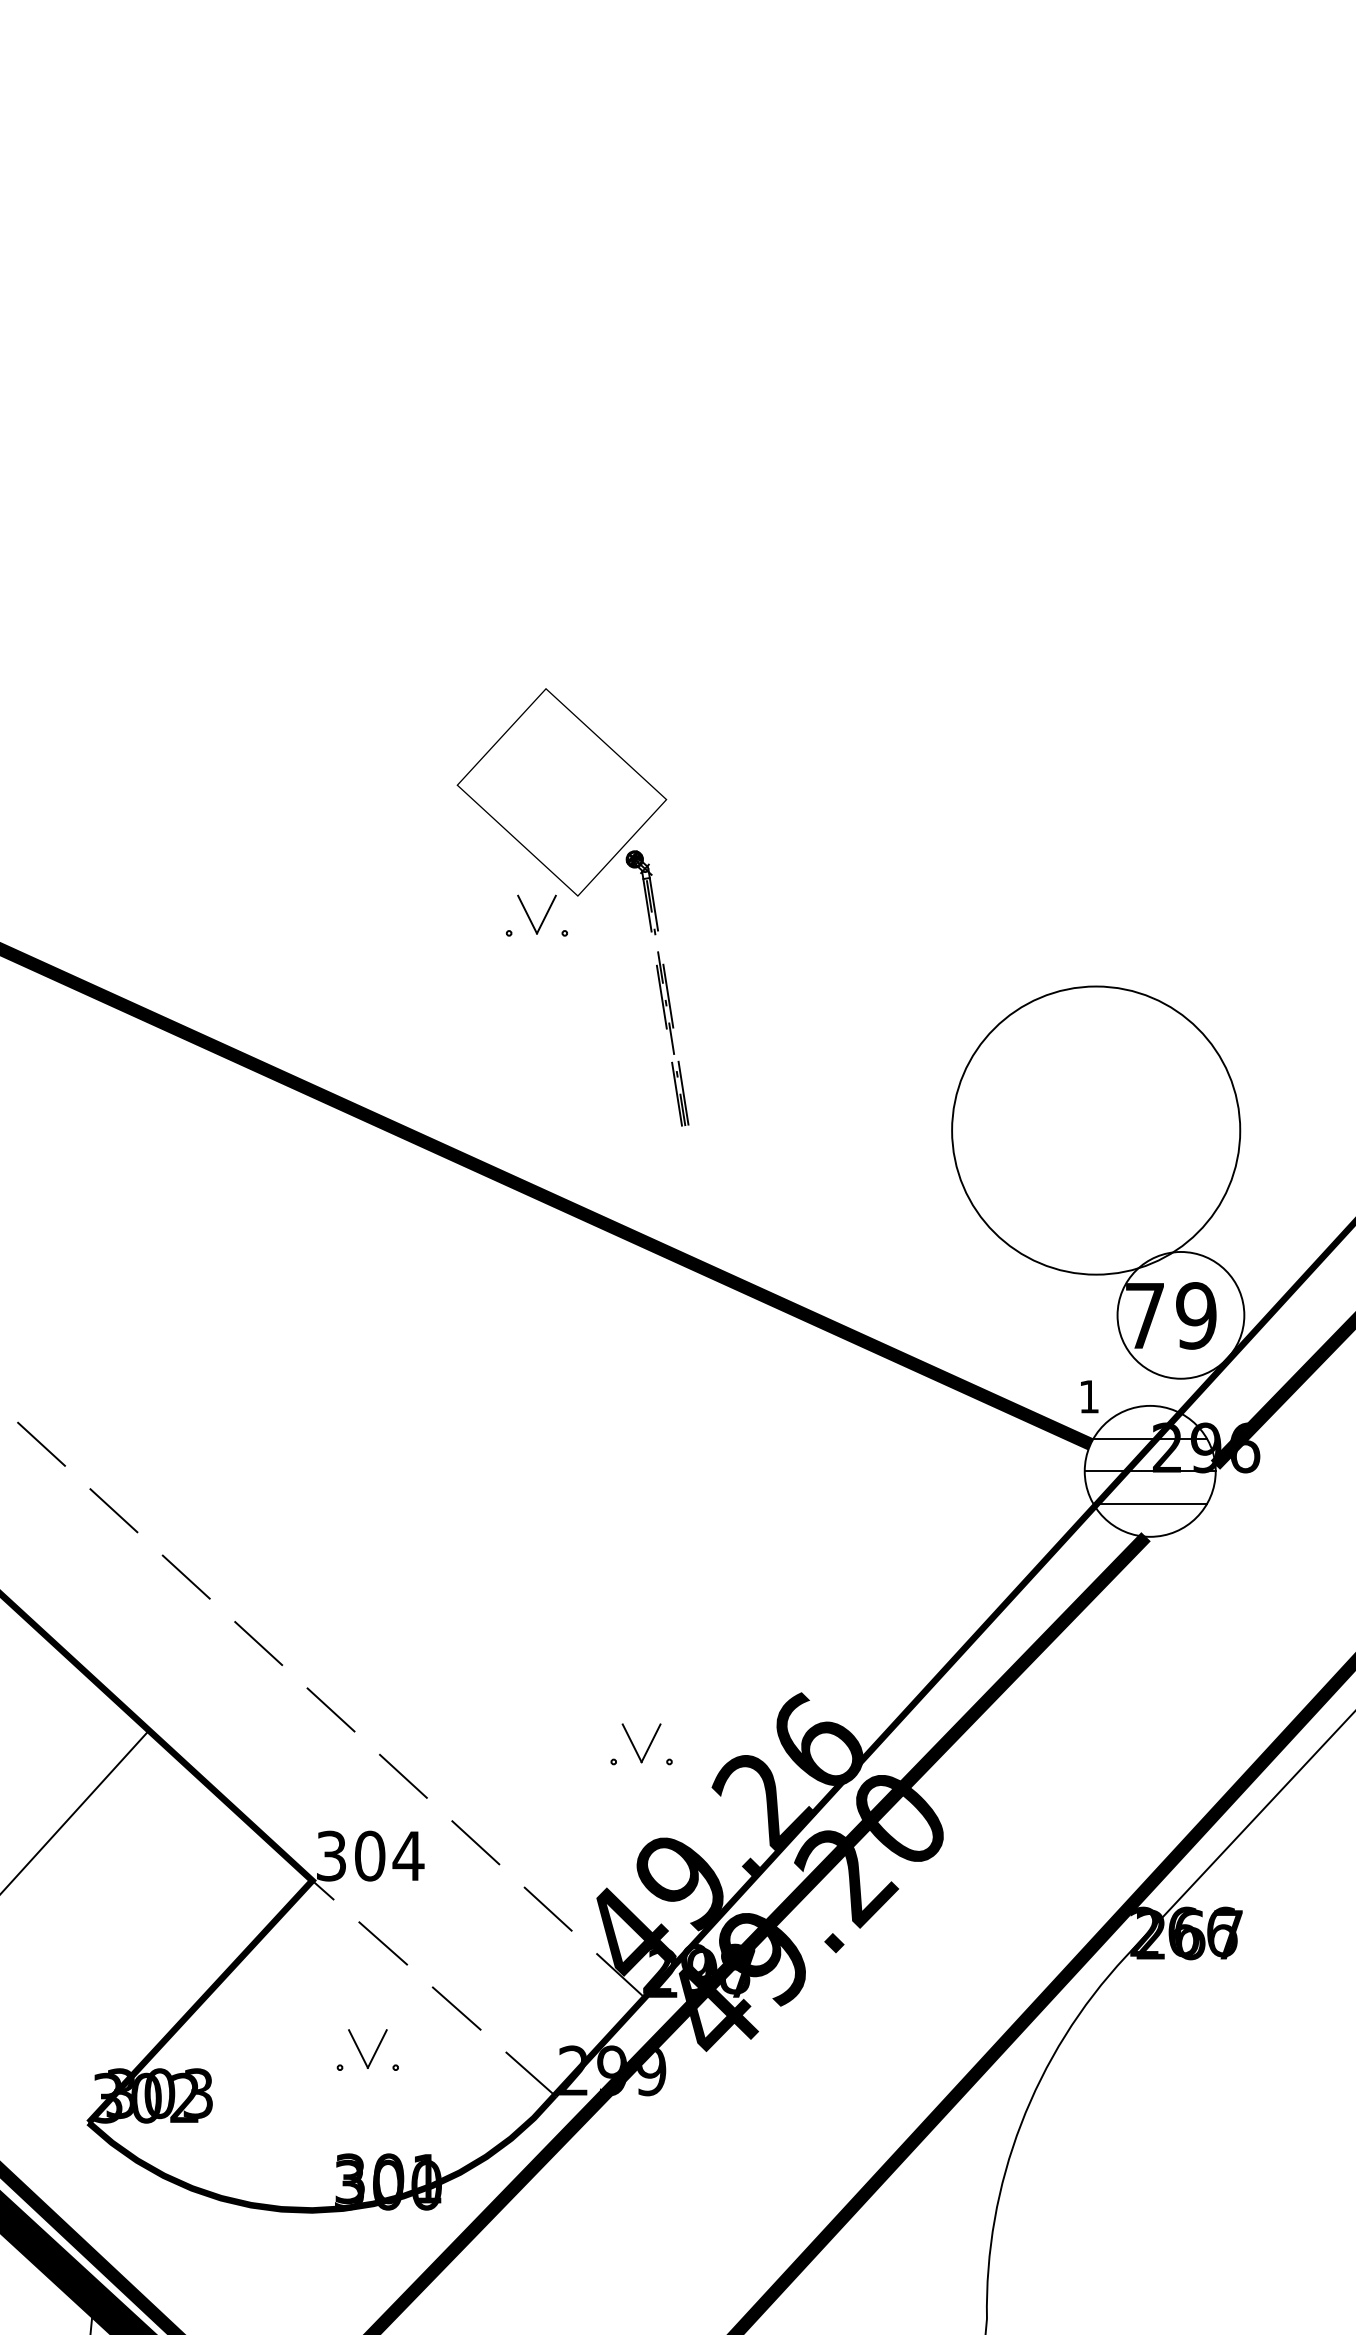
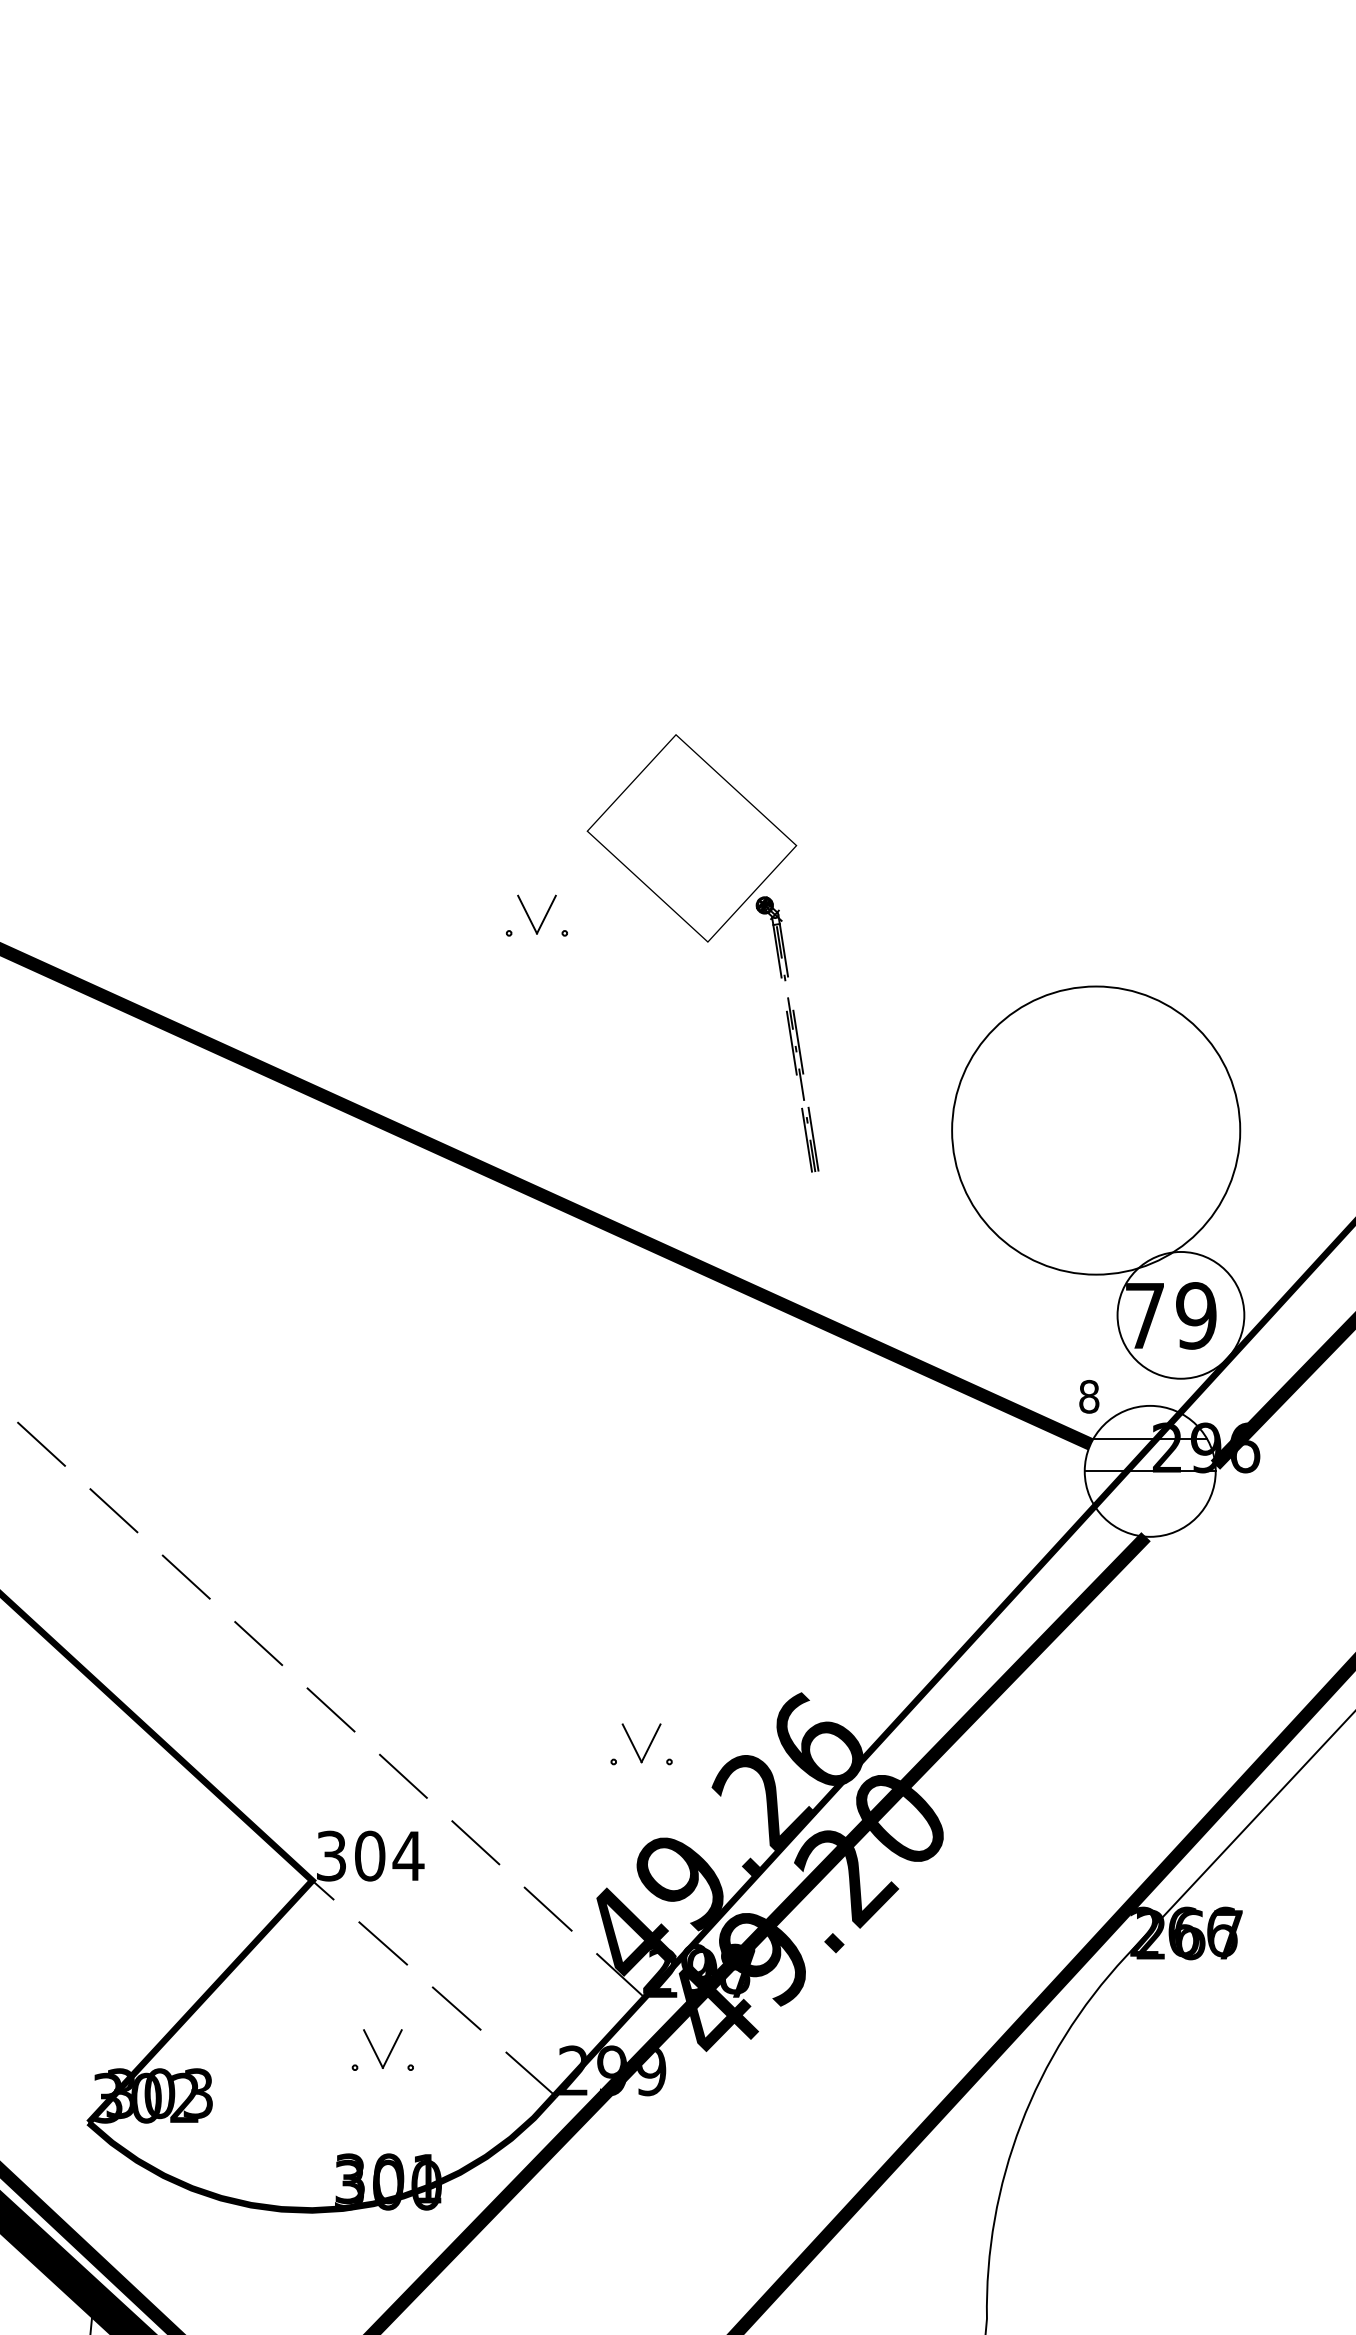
part at (577, 896) position: (577, 896) -> (707, 942)
text at (1089, 1396): 1 -> 8
line at (1149, 1504): present -> none
line at (75, 1811): present -> none
part at (361, 2052) position: (361, 2052) -> (376, 2052)
